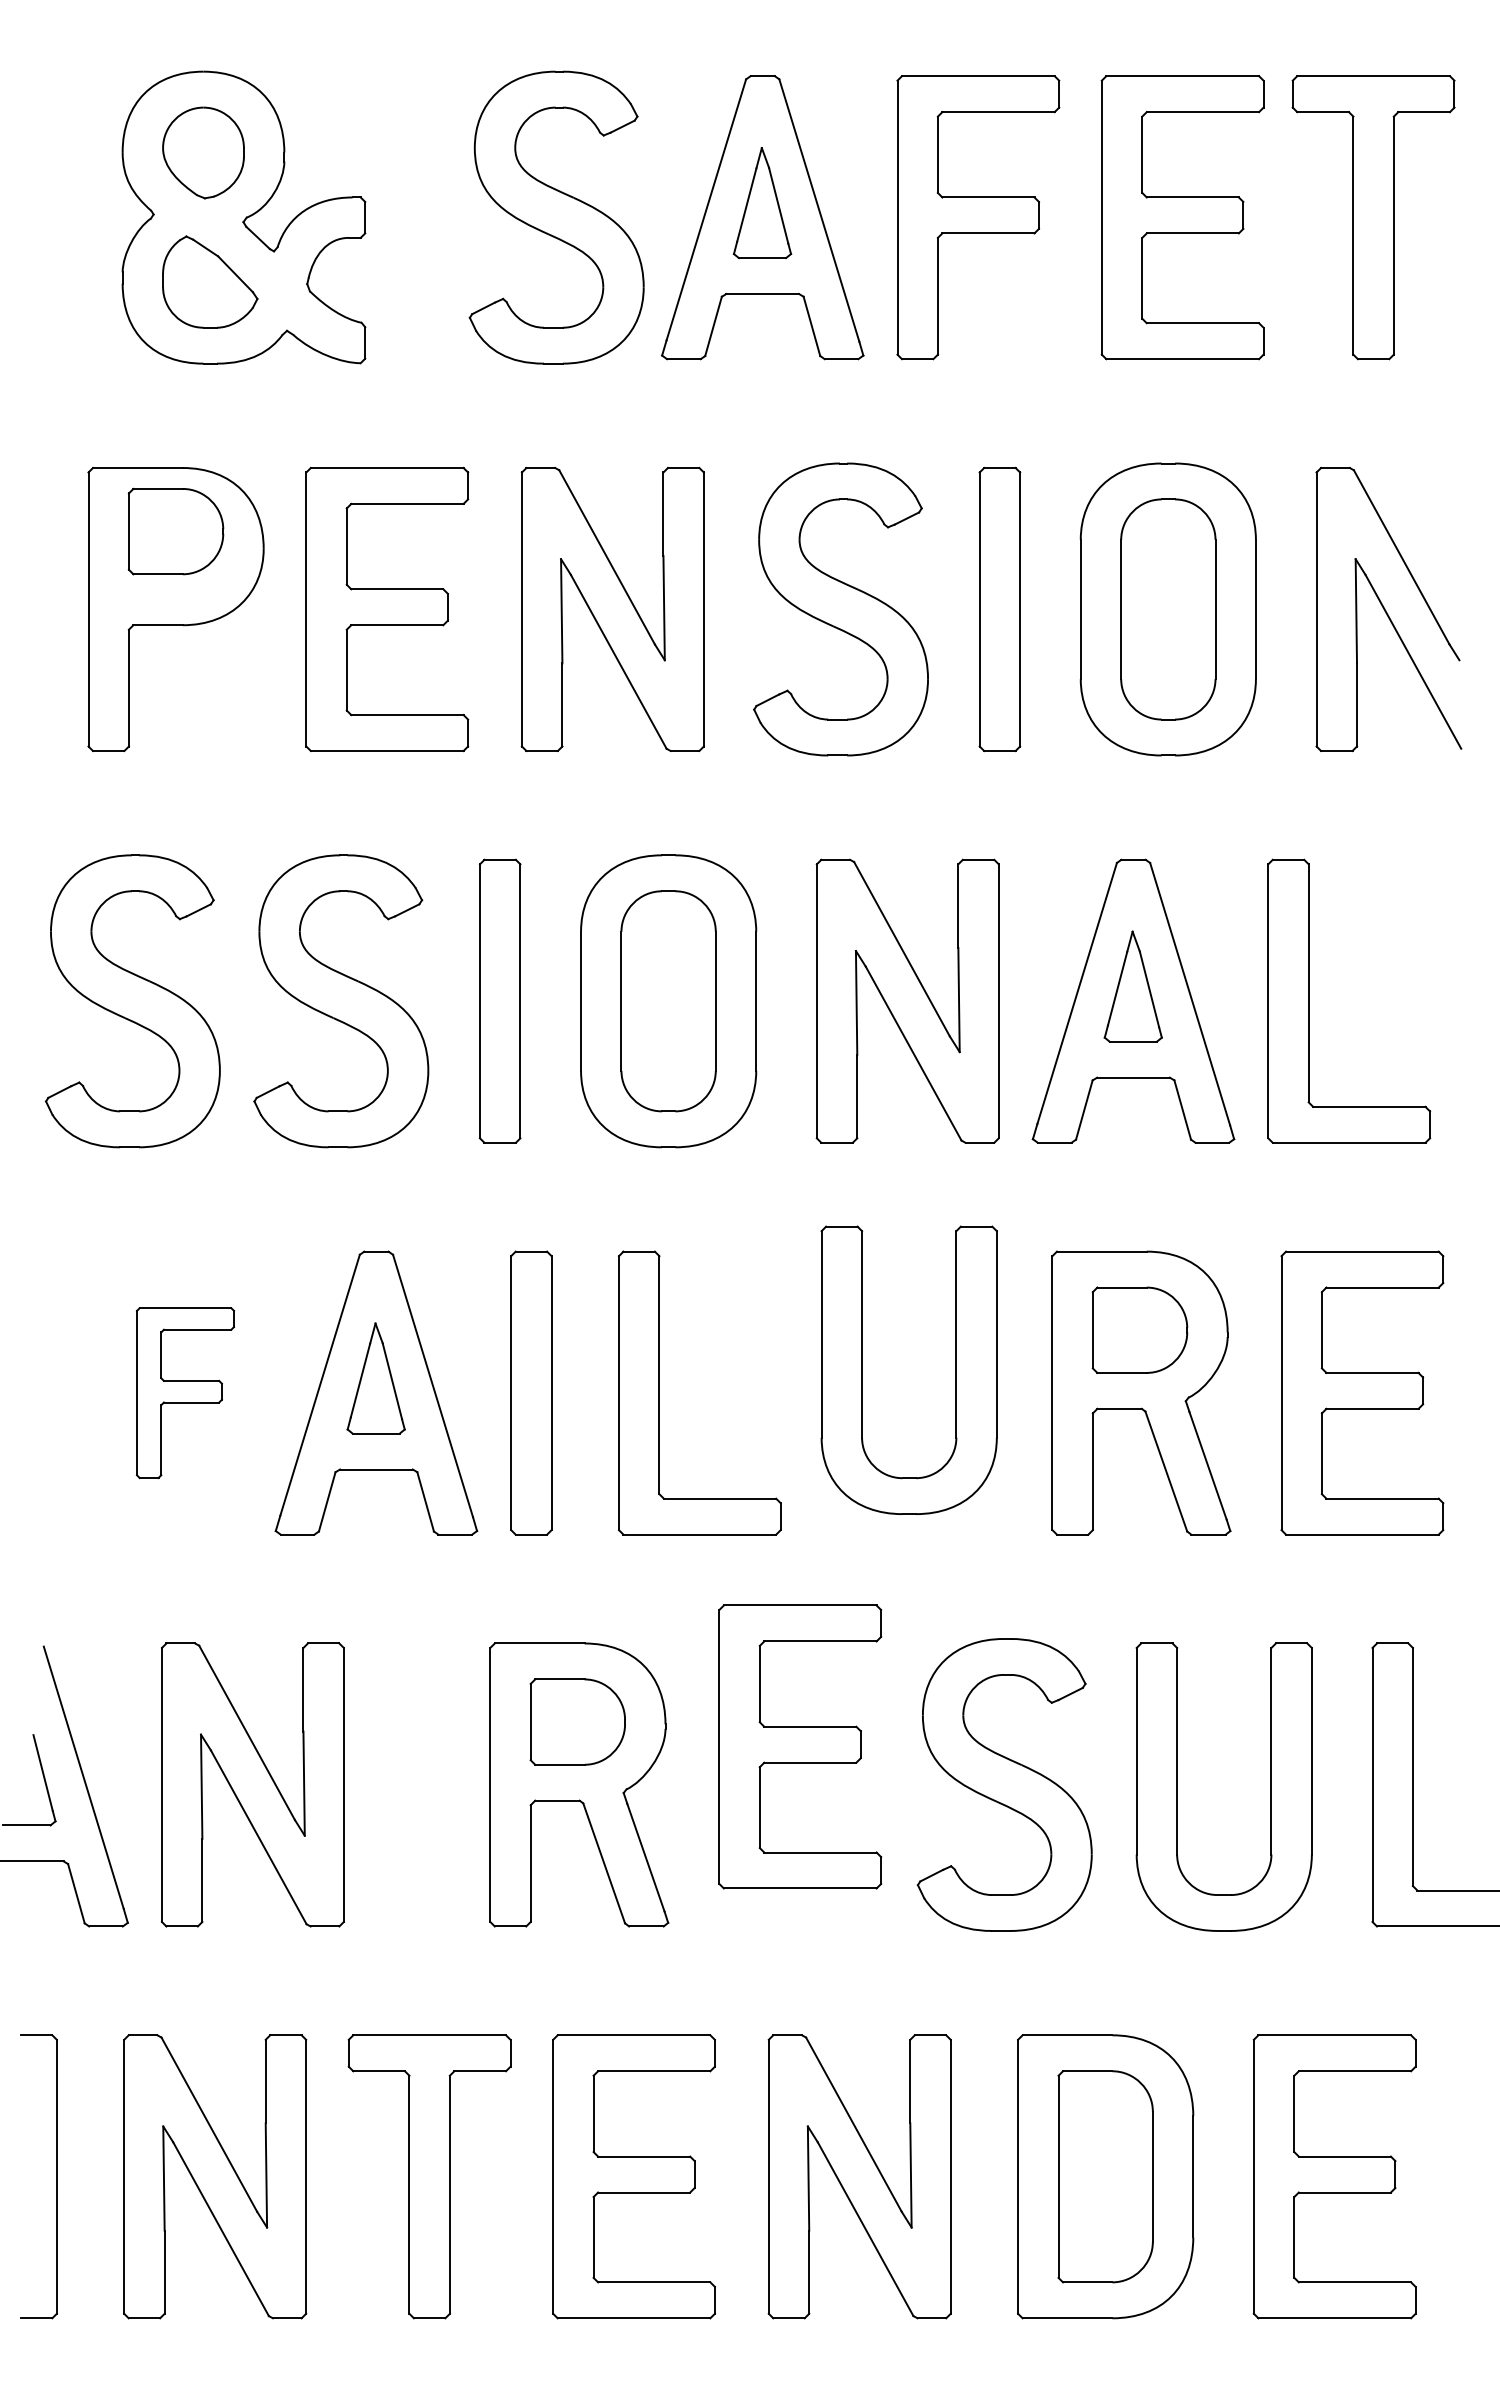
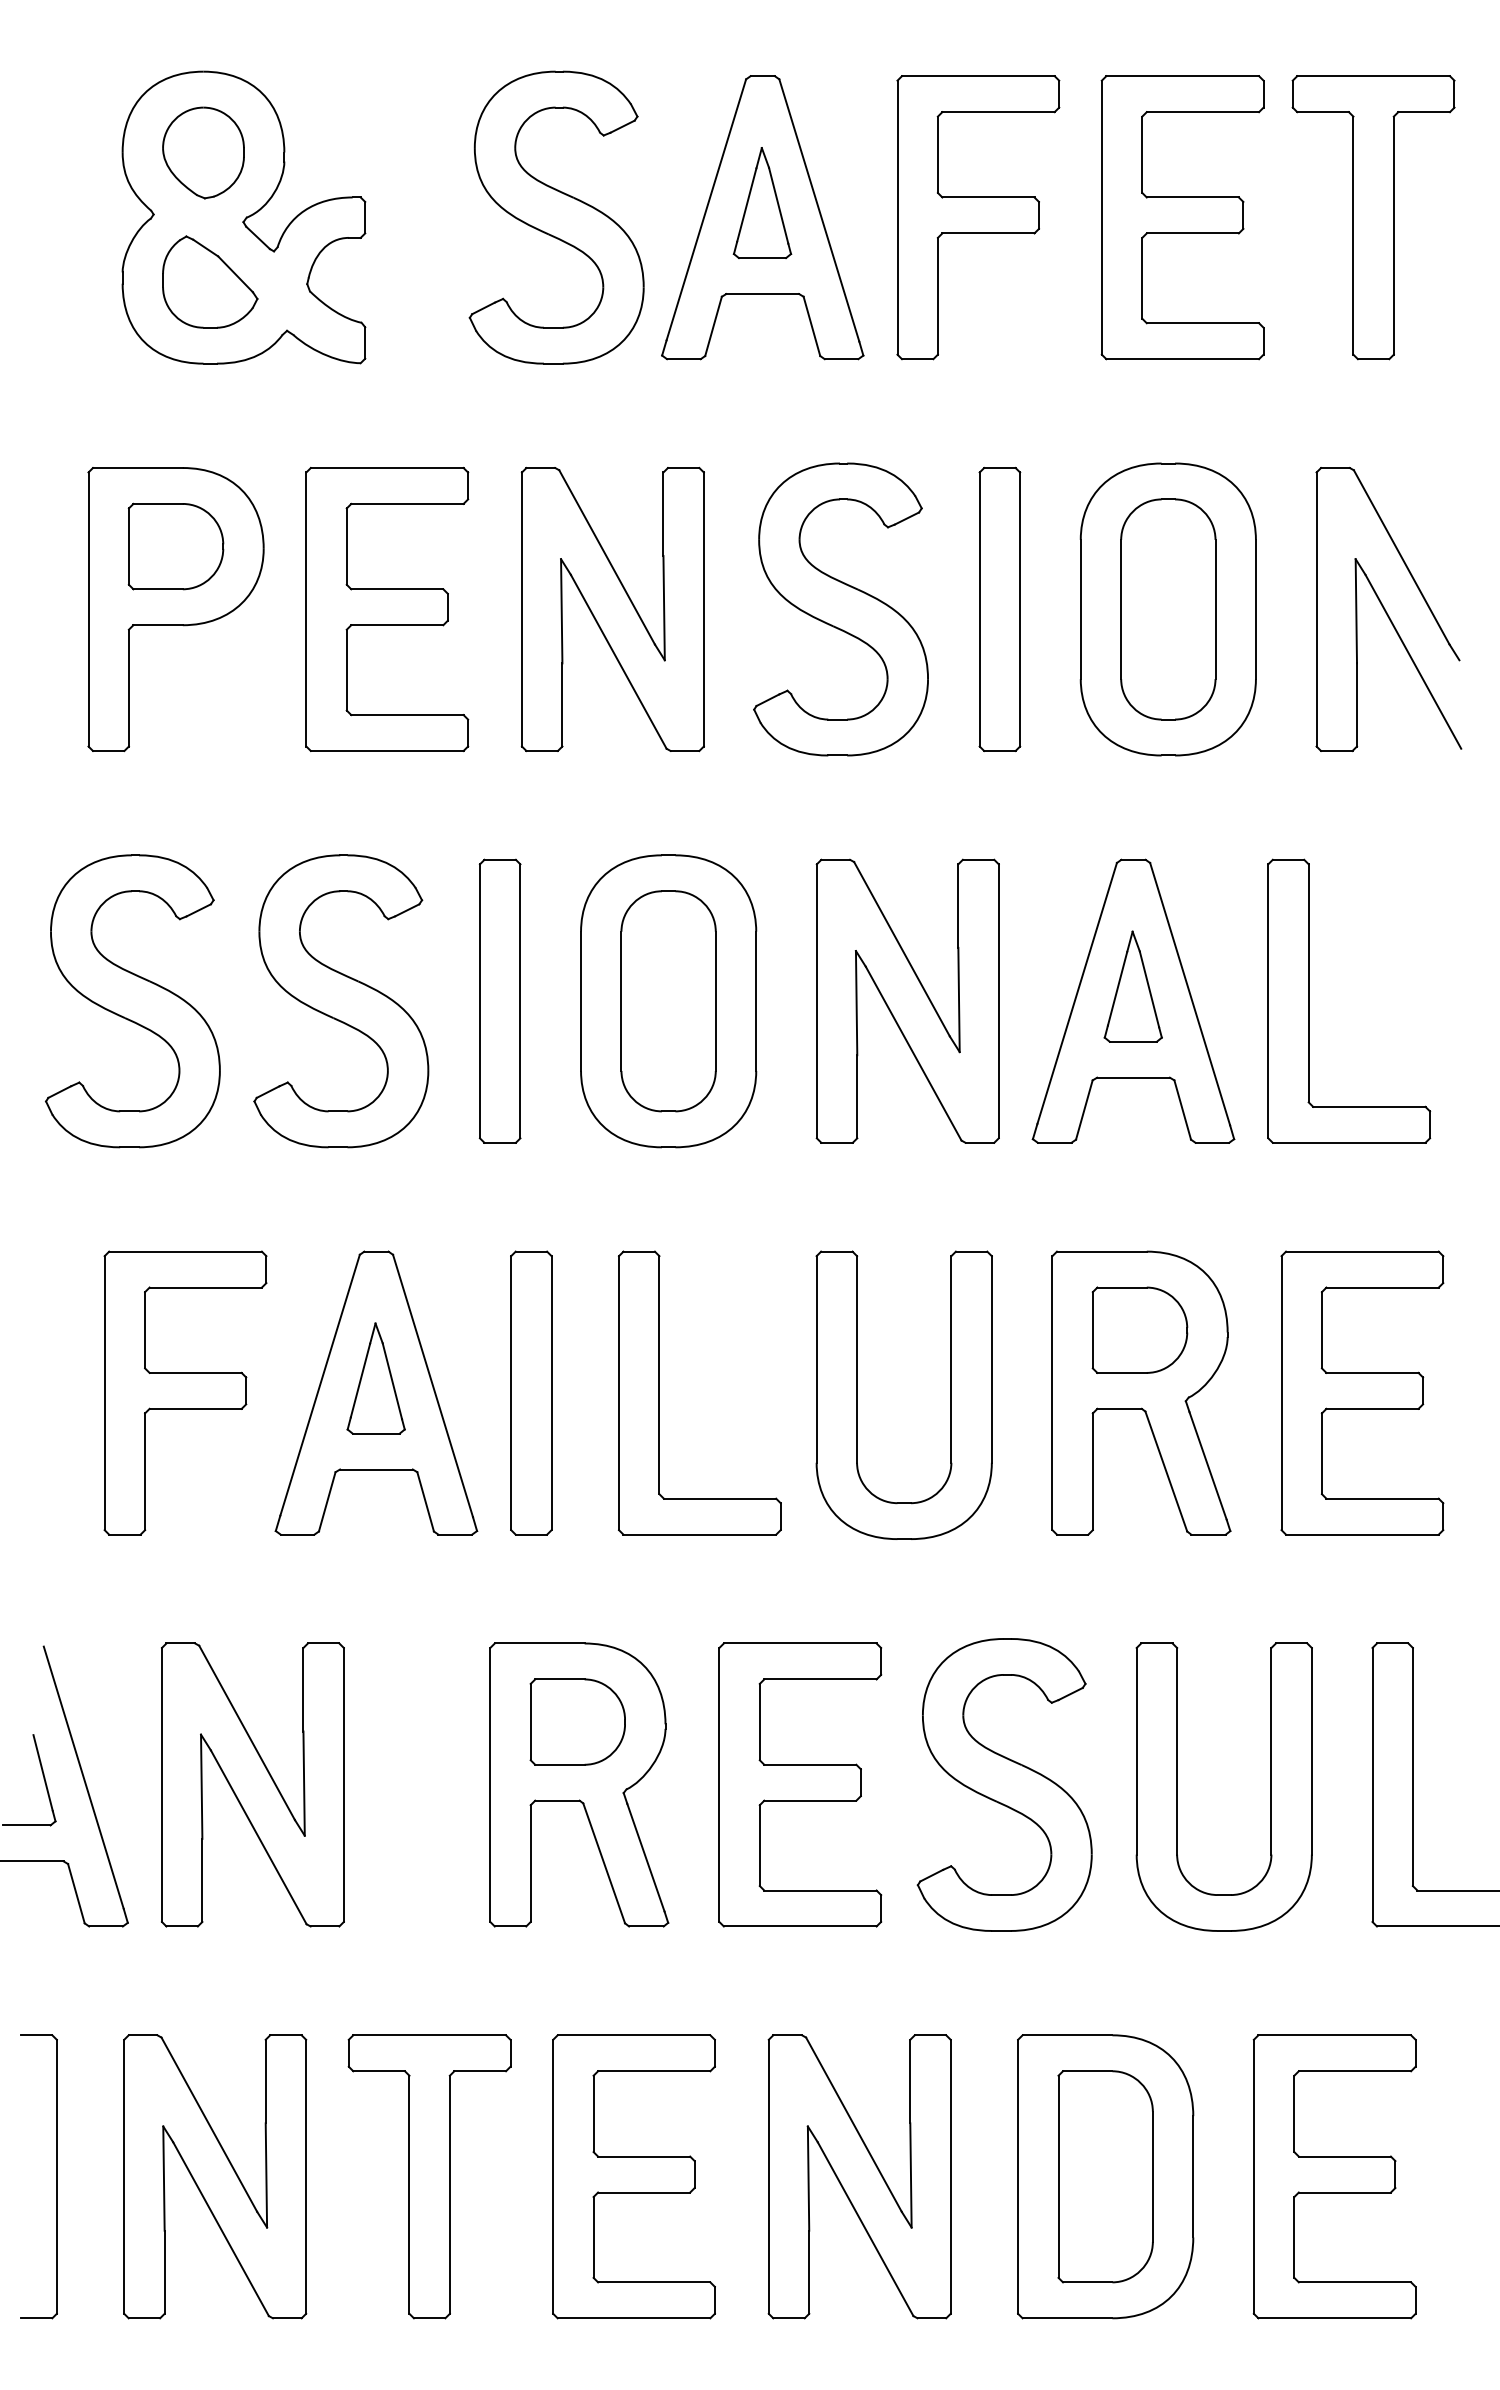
part at (175, 531) position: (175, 531) -> (175, 546)
part at (862, 1369) position: (862, 1369) -> (857, 1394)
part at (185, 1393) size: 99x173 px -> 165x286 px
part at (800, 1746) position: (800, 1746) -> (800, 1784)
